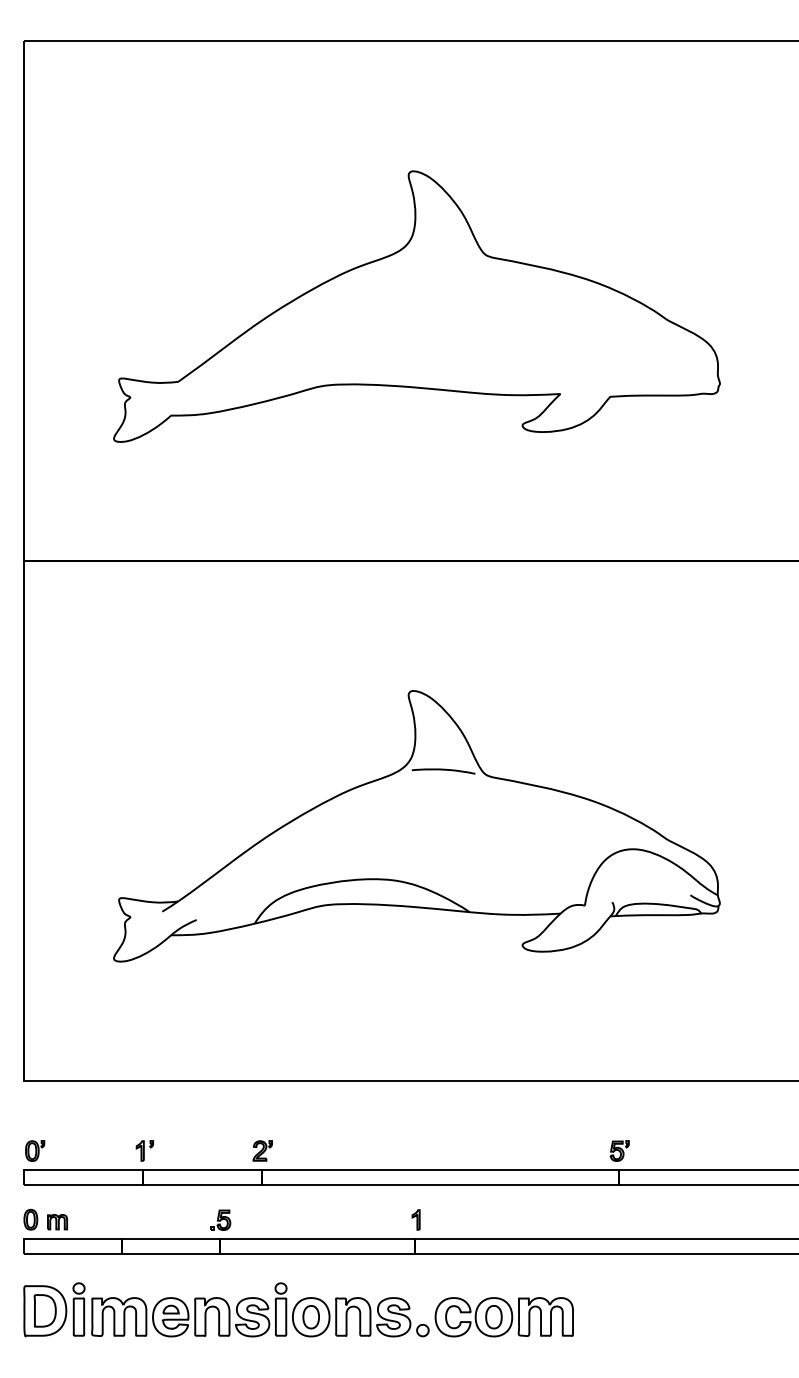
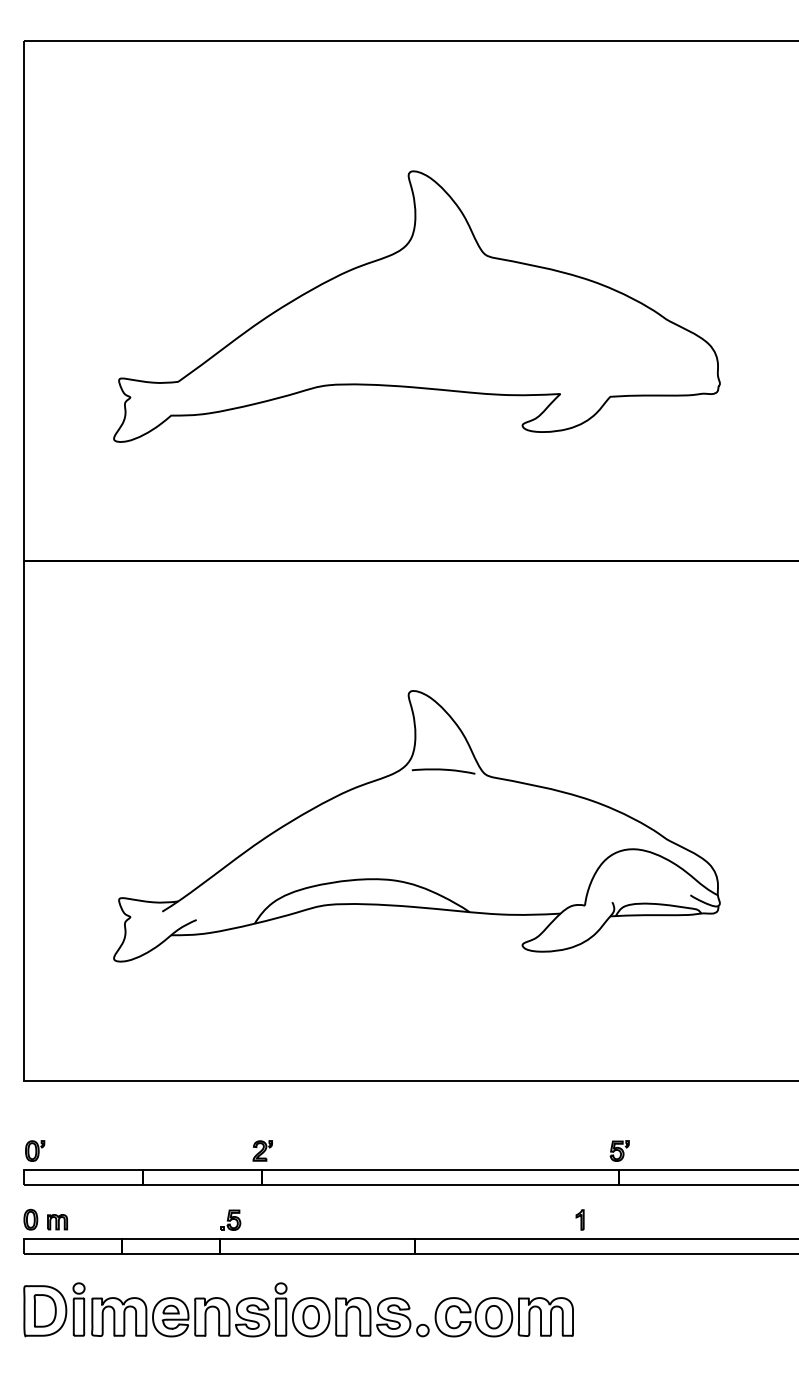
part at (144, 1150): present -> none
part at (220, 1219) position: (220, 1219) -> (230, 1219)
part at (415, 1219) position: (415, 1219) -> (579, 1219)
